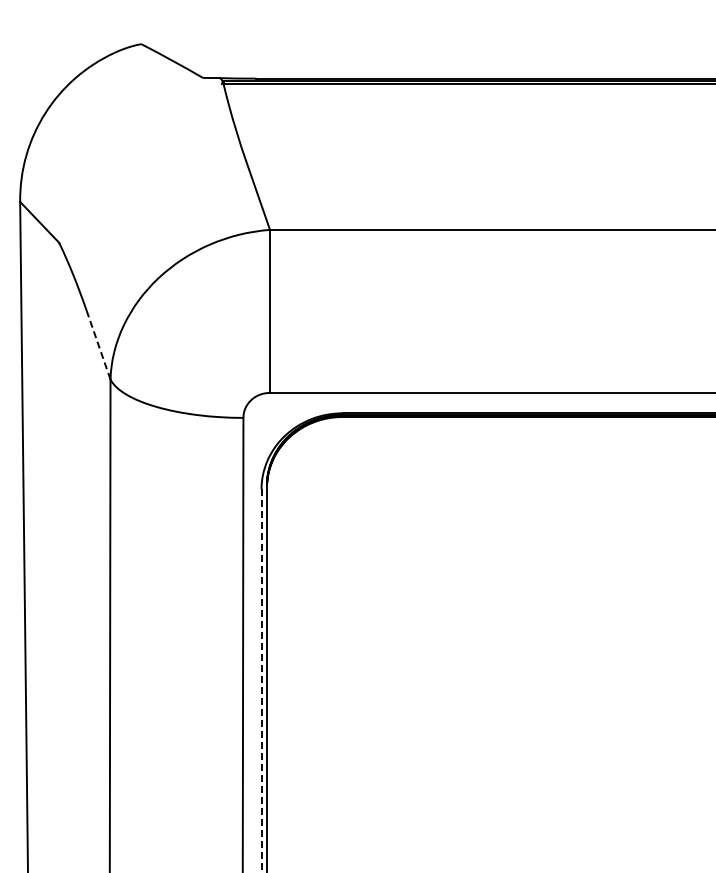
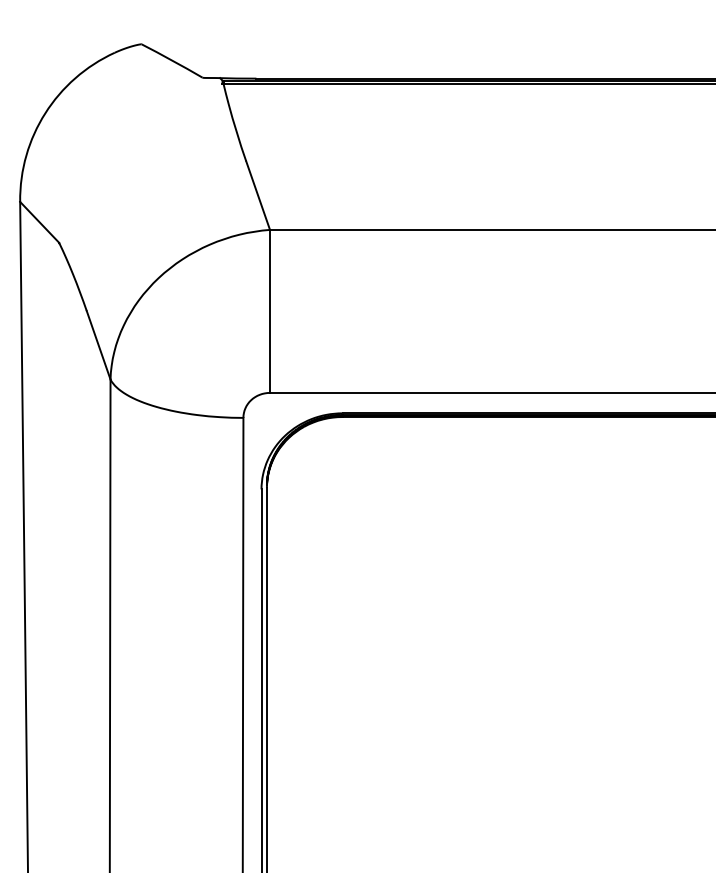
line at (98, 344): dashed -> solid
line at (261, 681): dashed -> solid
